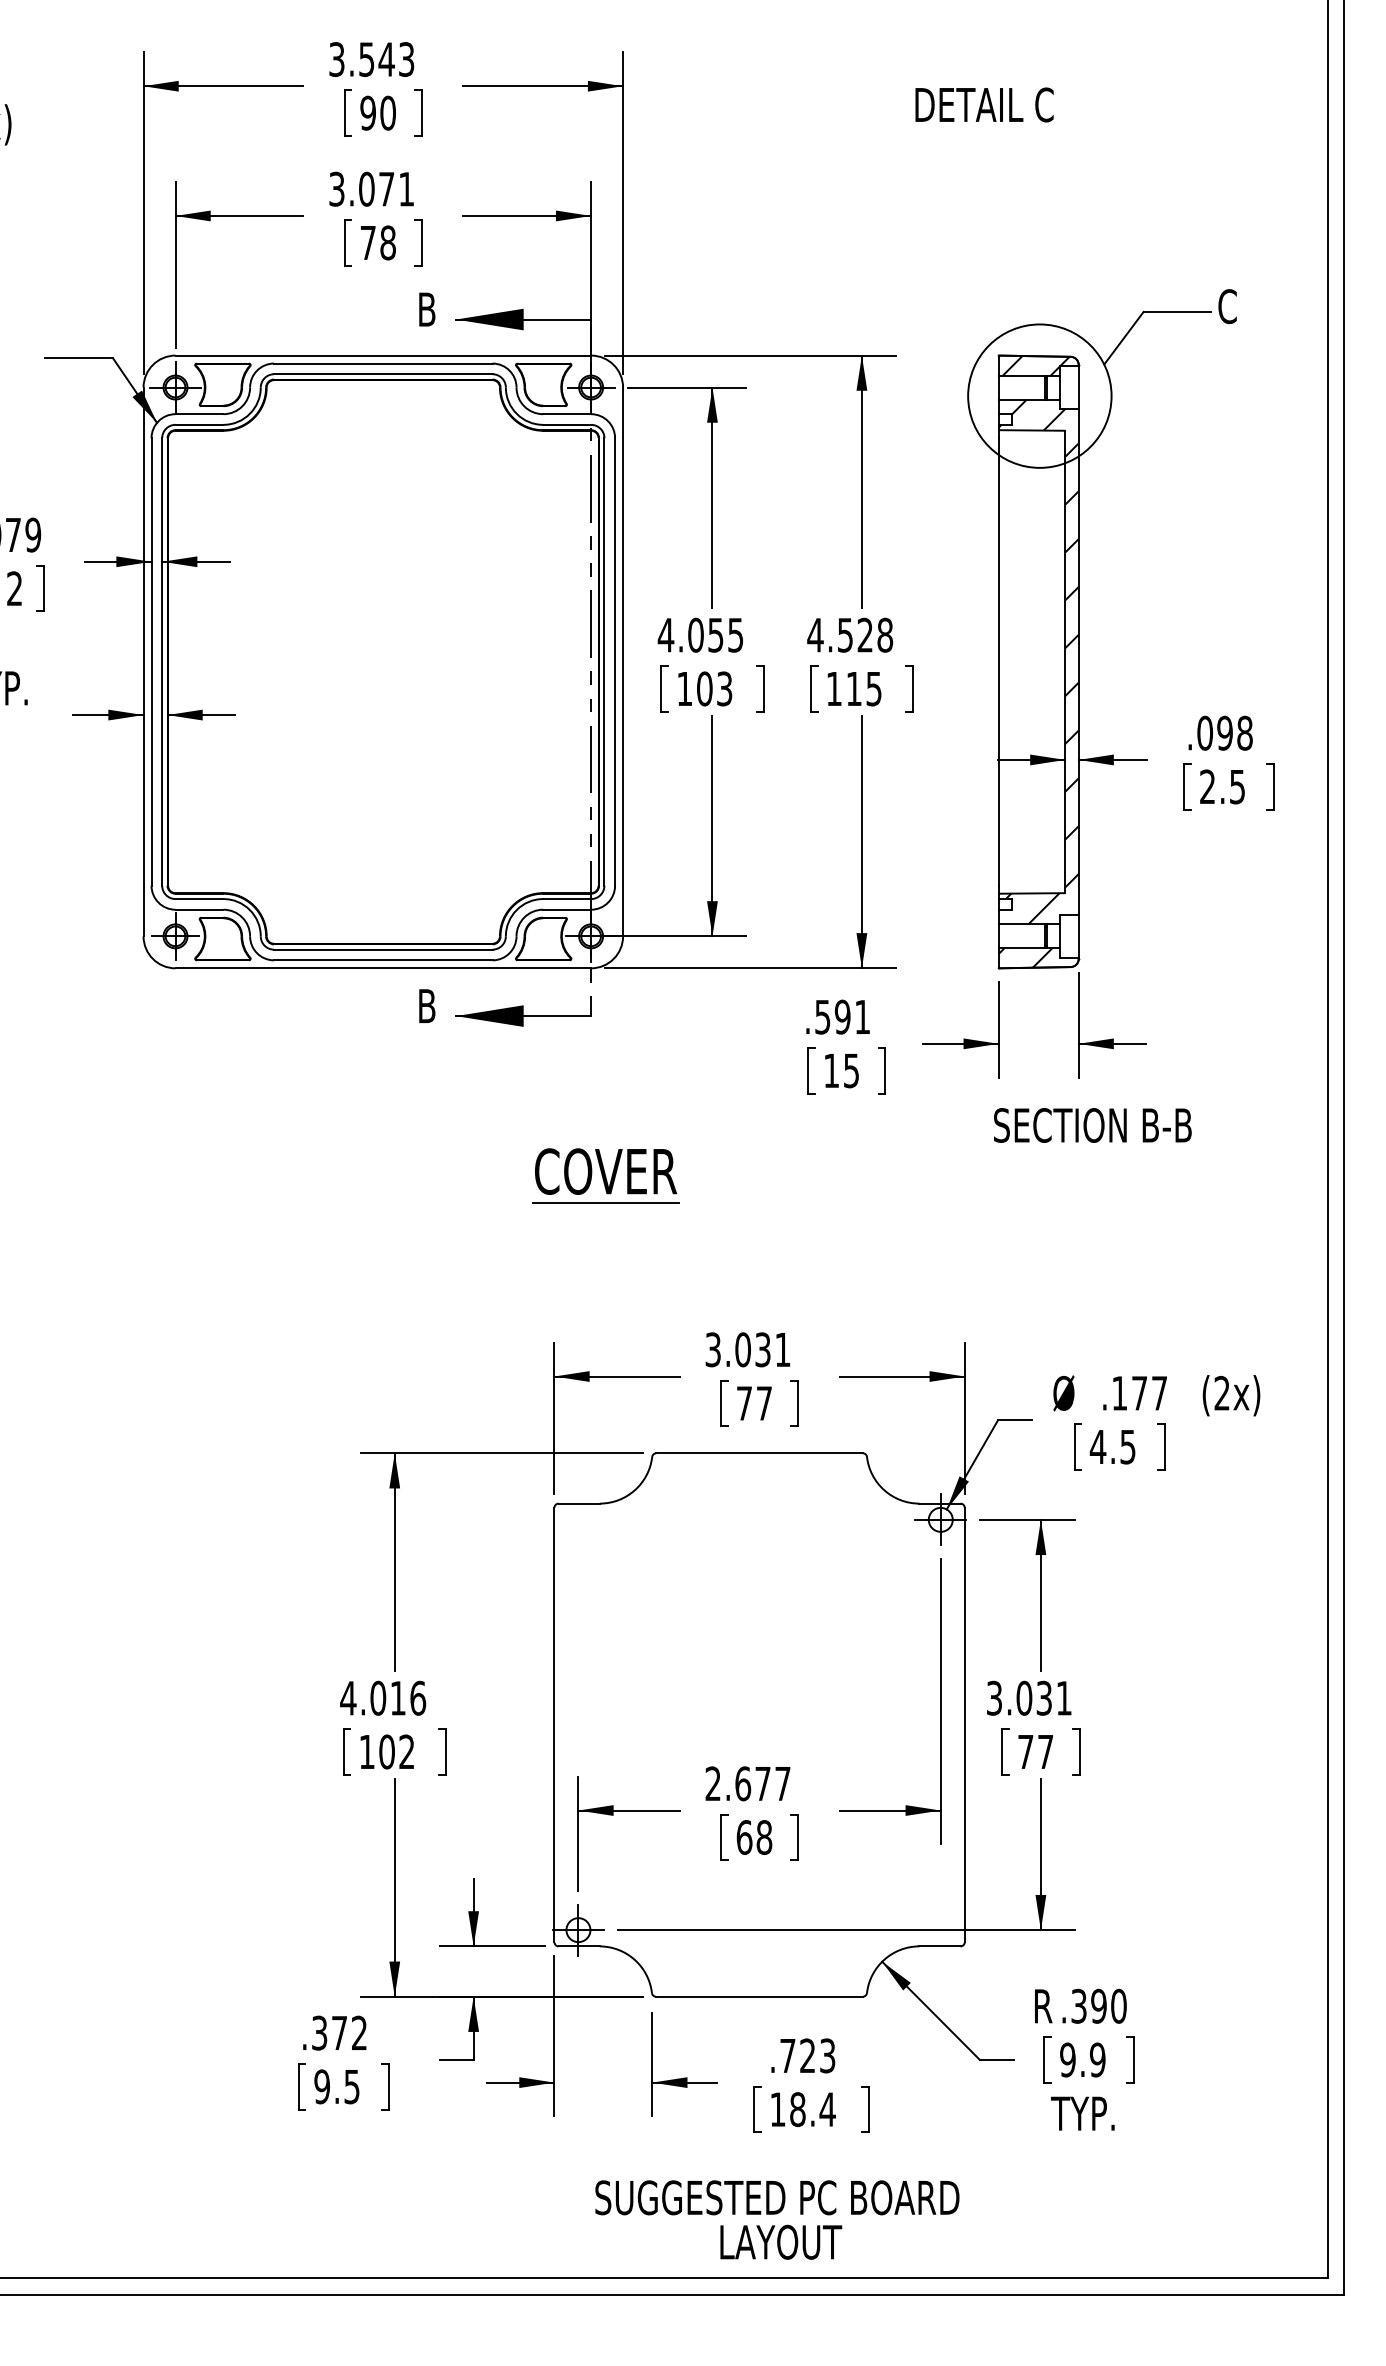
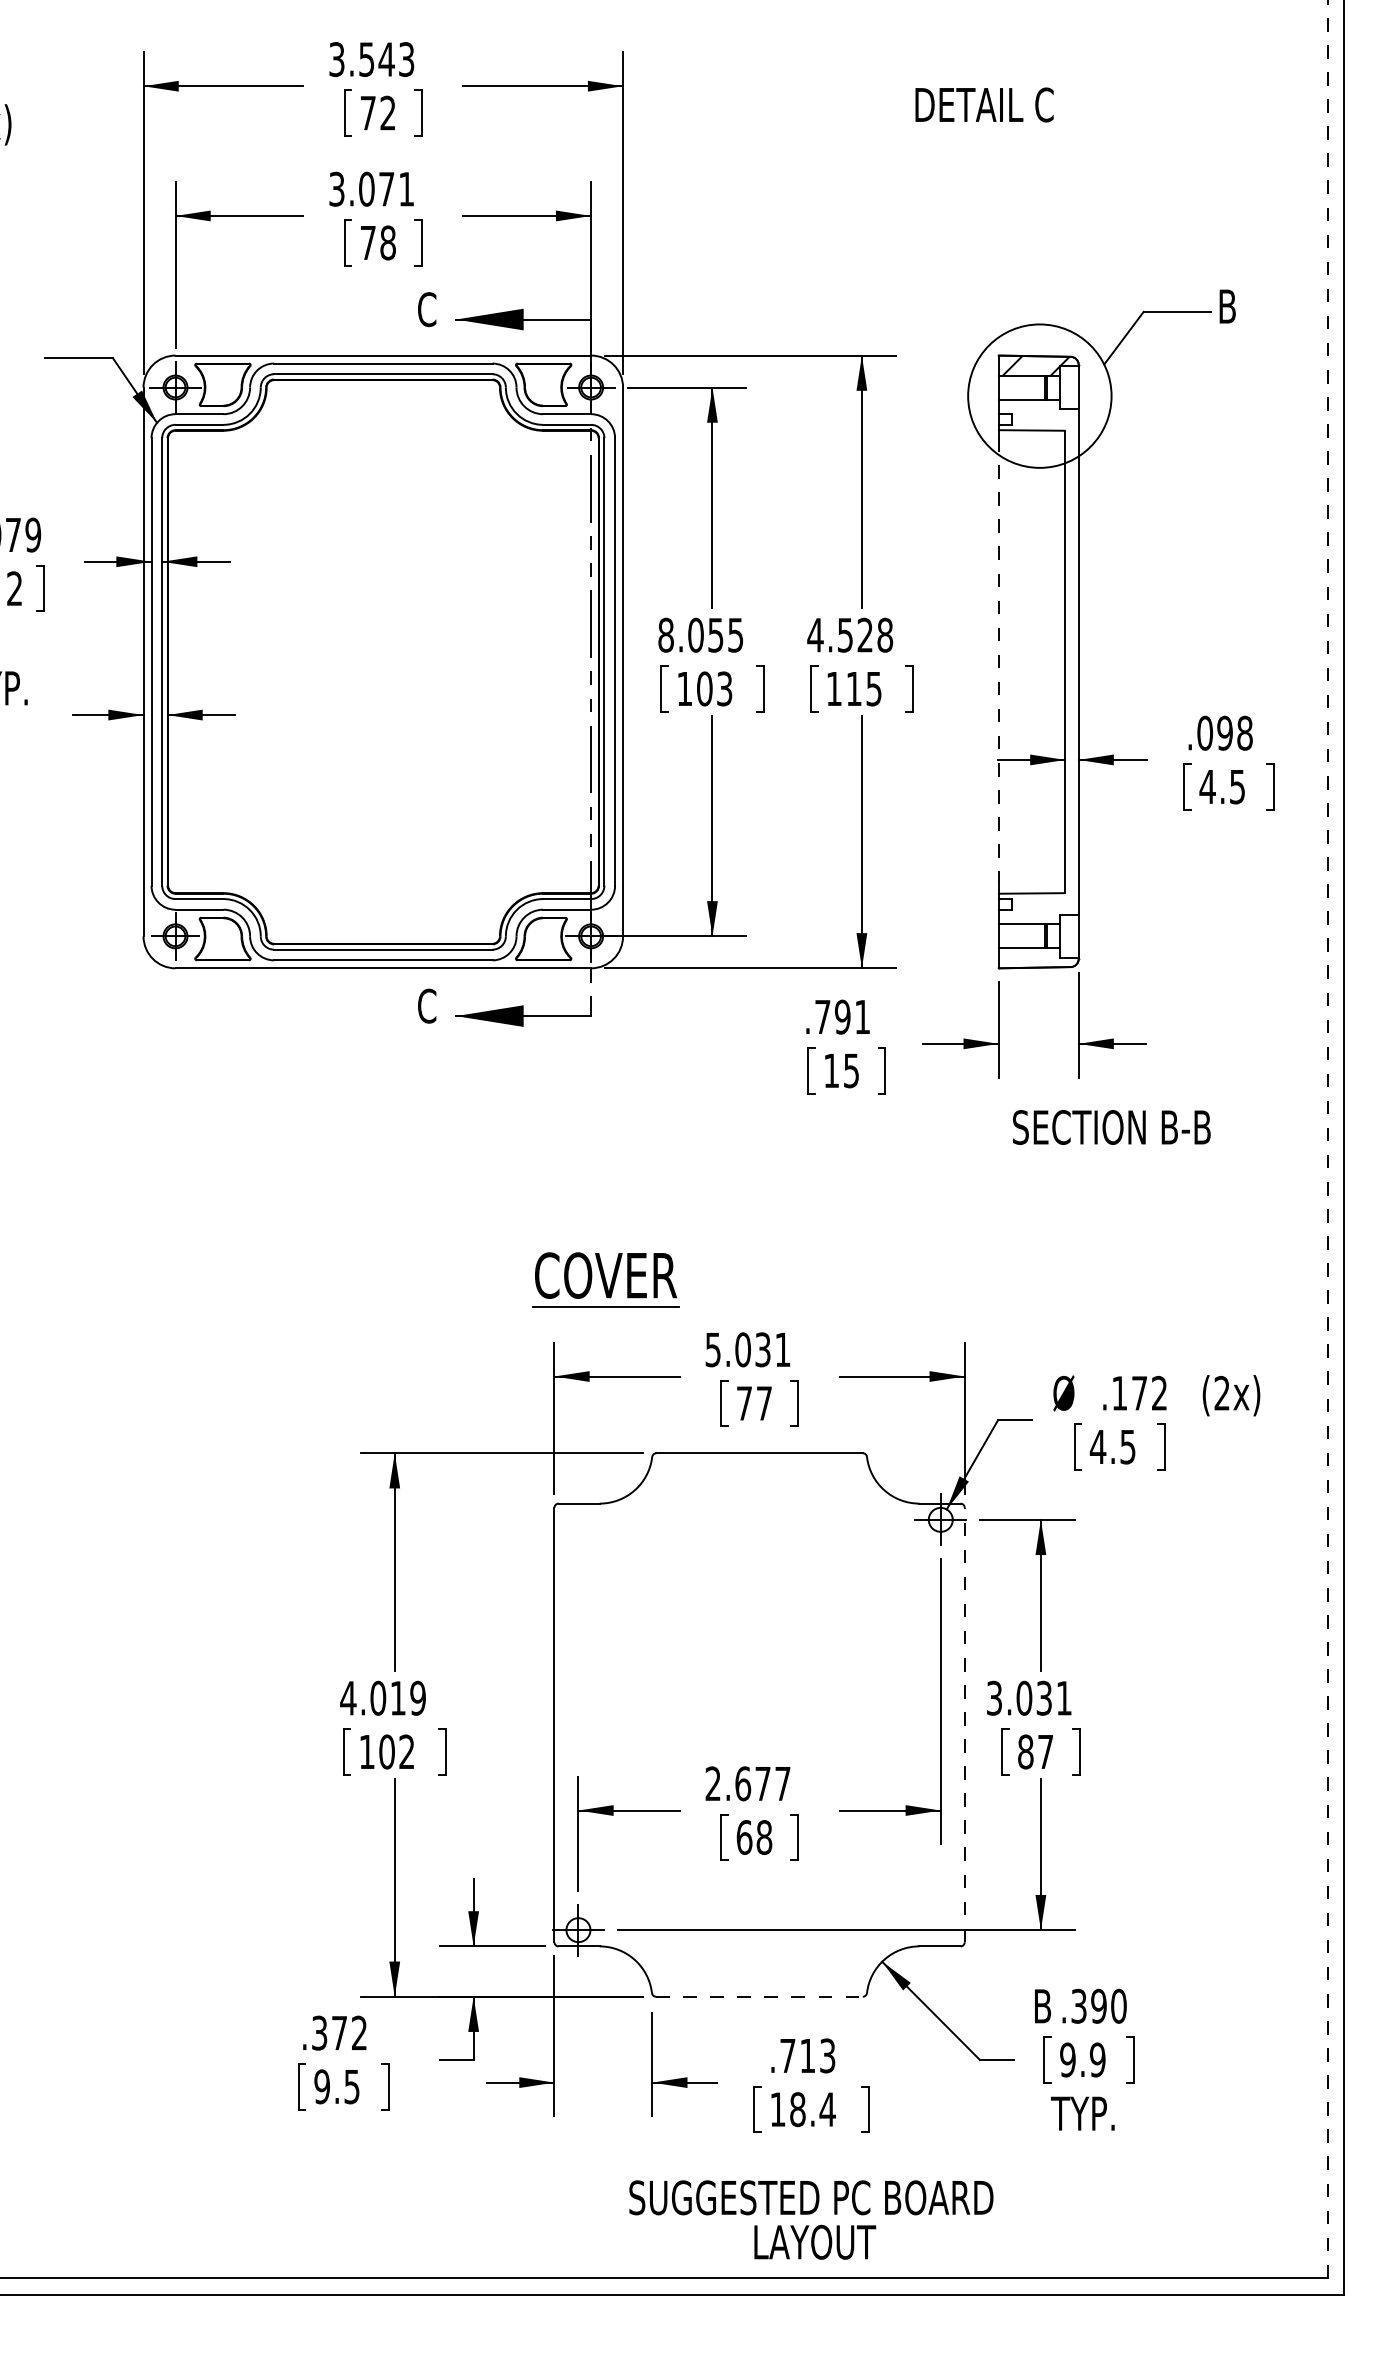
text at (377, 112): 90 -> 72
text at (1227, 306): C -> B
text at (427, 309): B -> C
text at (665, 634): 4.055 -> 8.055
line at (998, 661): solid -> dashed
hatch at (1038, 661): present -> none
text at (1207, 786): 2.5 -> 4.5
hatch at (1025, 957): present -> none
text at (427, 1005): B -> C
text at (822, 1017): .591 -> .791
text at (1092, 1125) position: (1092, 1125) -> (1111, 1127)
line at (1327, 1139): solid -> dashed
part at (605, 1175) position: (605, 1175) -> (605, 1279)
text at (713, 1349): 3.031 -> 5.031
text at (1159, 1392): .177 -> .172
text at (418, 1697): 4.016 -> 4.019
line at (964, 1724): solid -> dashed
text at (1025, 1751): 77 -> 87
line at (759, 1996): solid -> dashed
text at (1045, 2006): R -> B
text at (807, 2055): .723 -> .713
text at (777, 2219) position: (777, 2219) -> (811, 2219)
